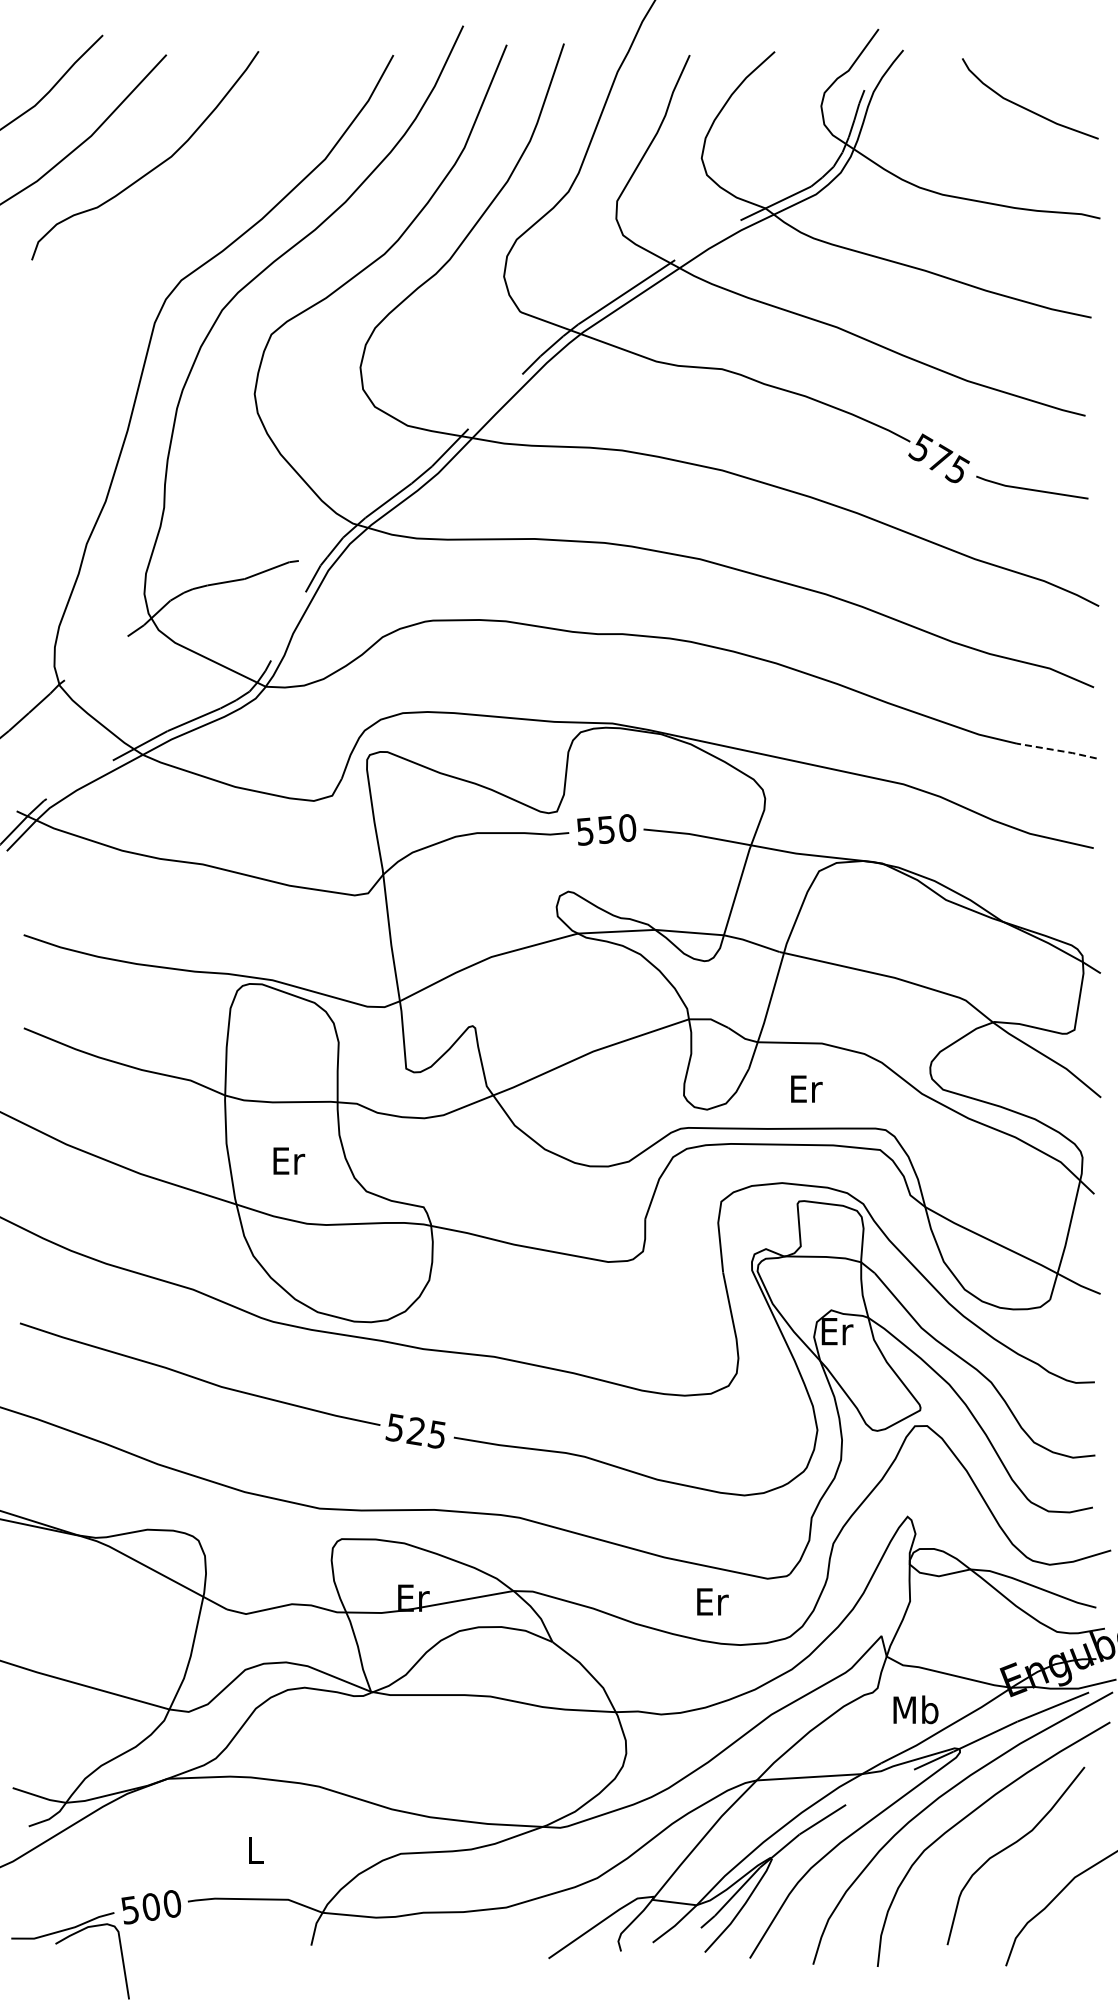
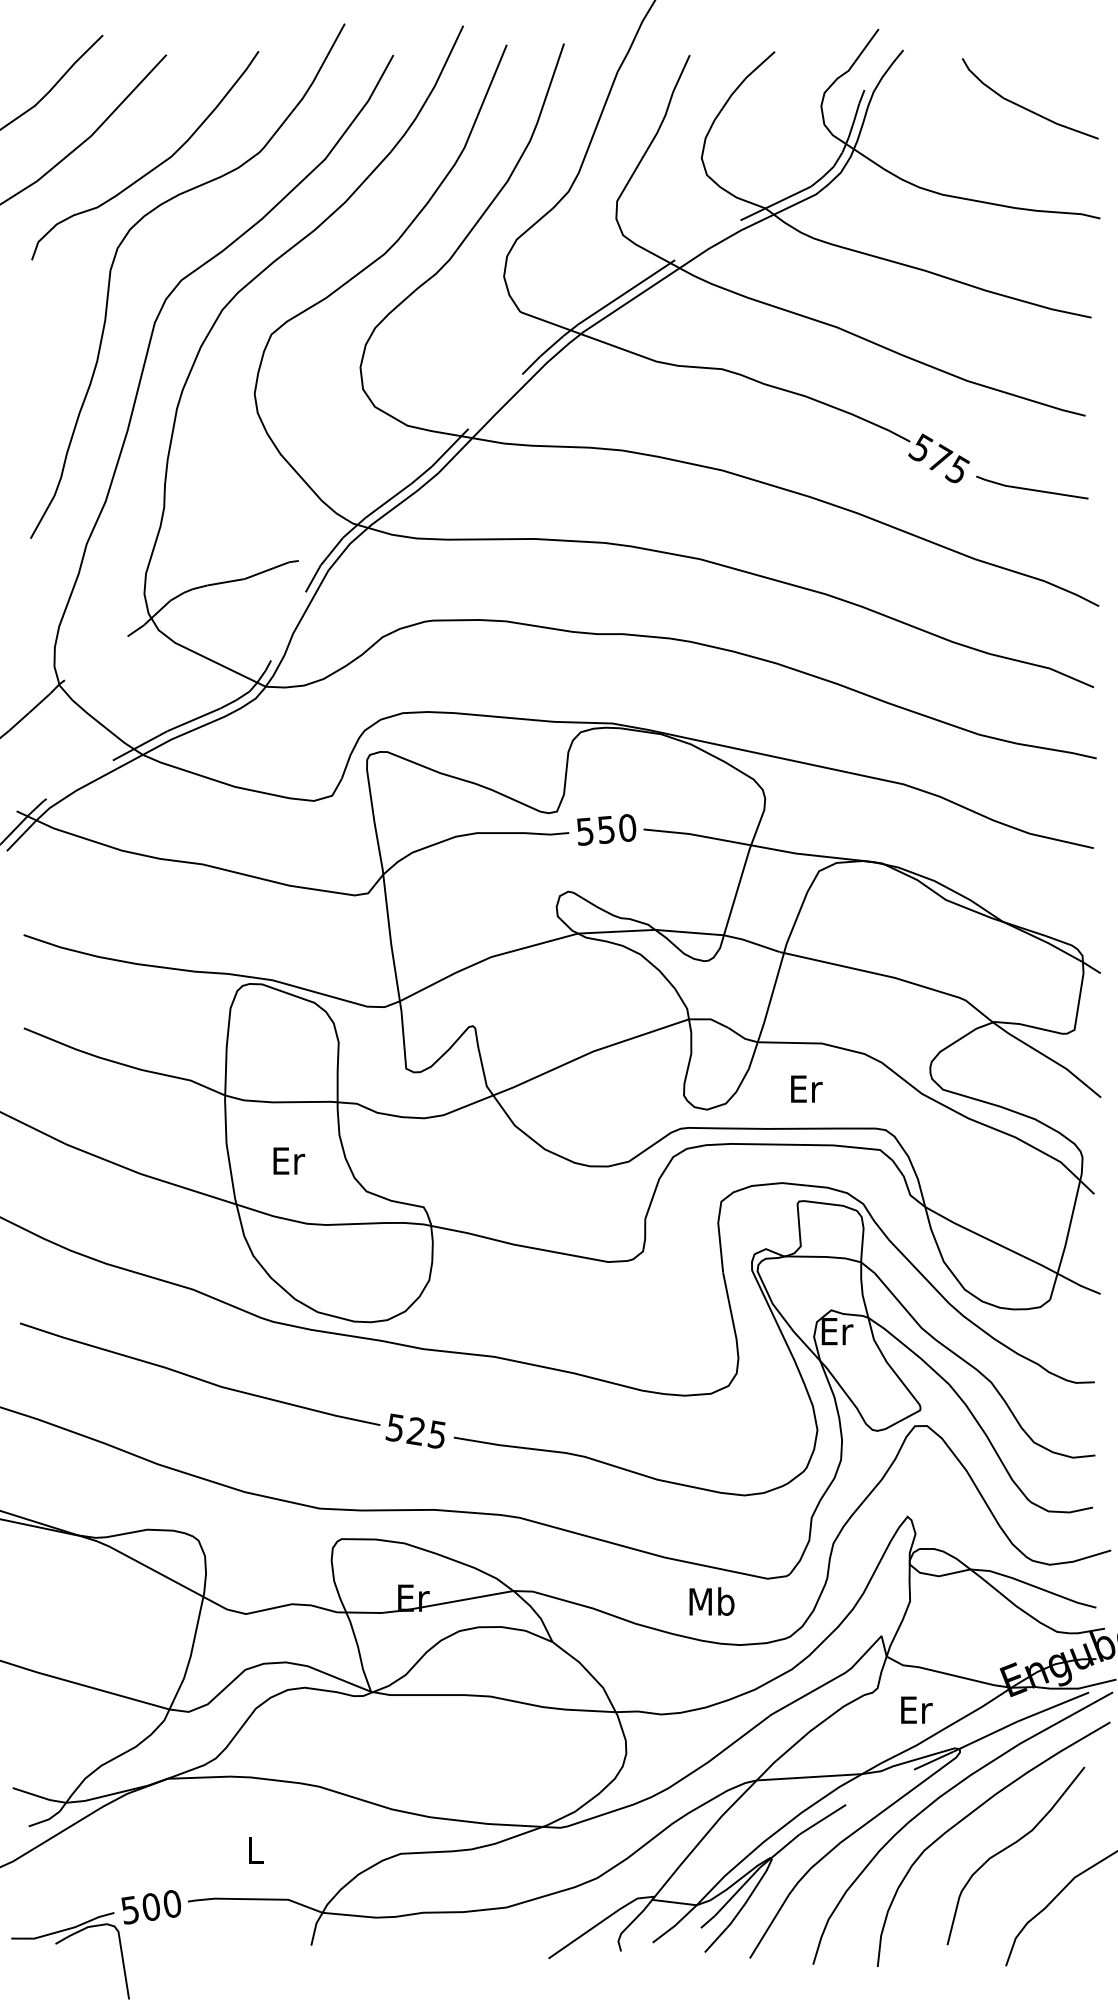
curve at (125, 238): none -> present
line at (1057, 750): dashed -> solid
text at (711, 1601): Er -> Mb
text at (915, 1709): Mb -> Er
